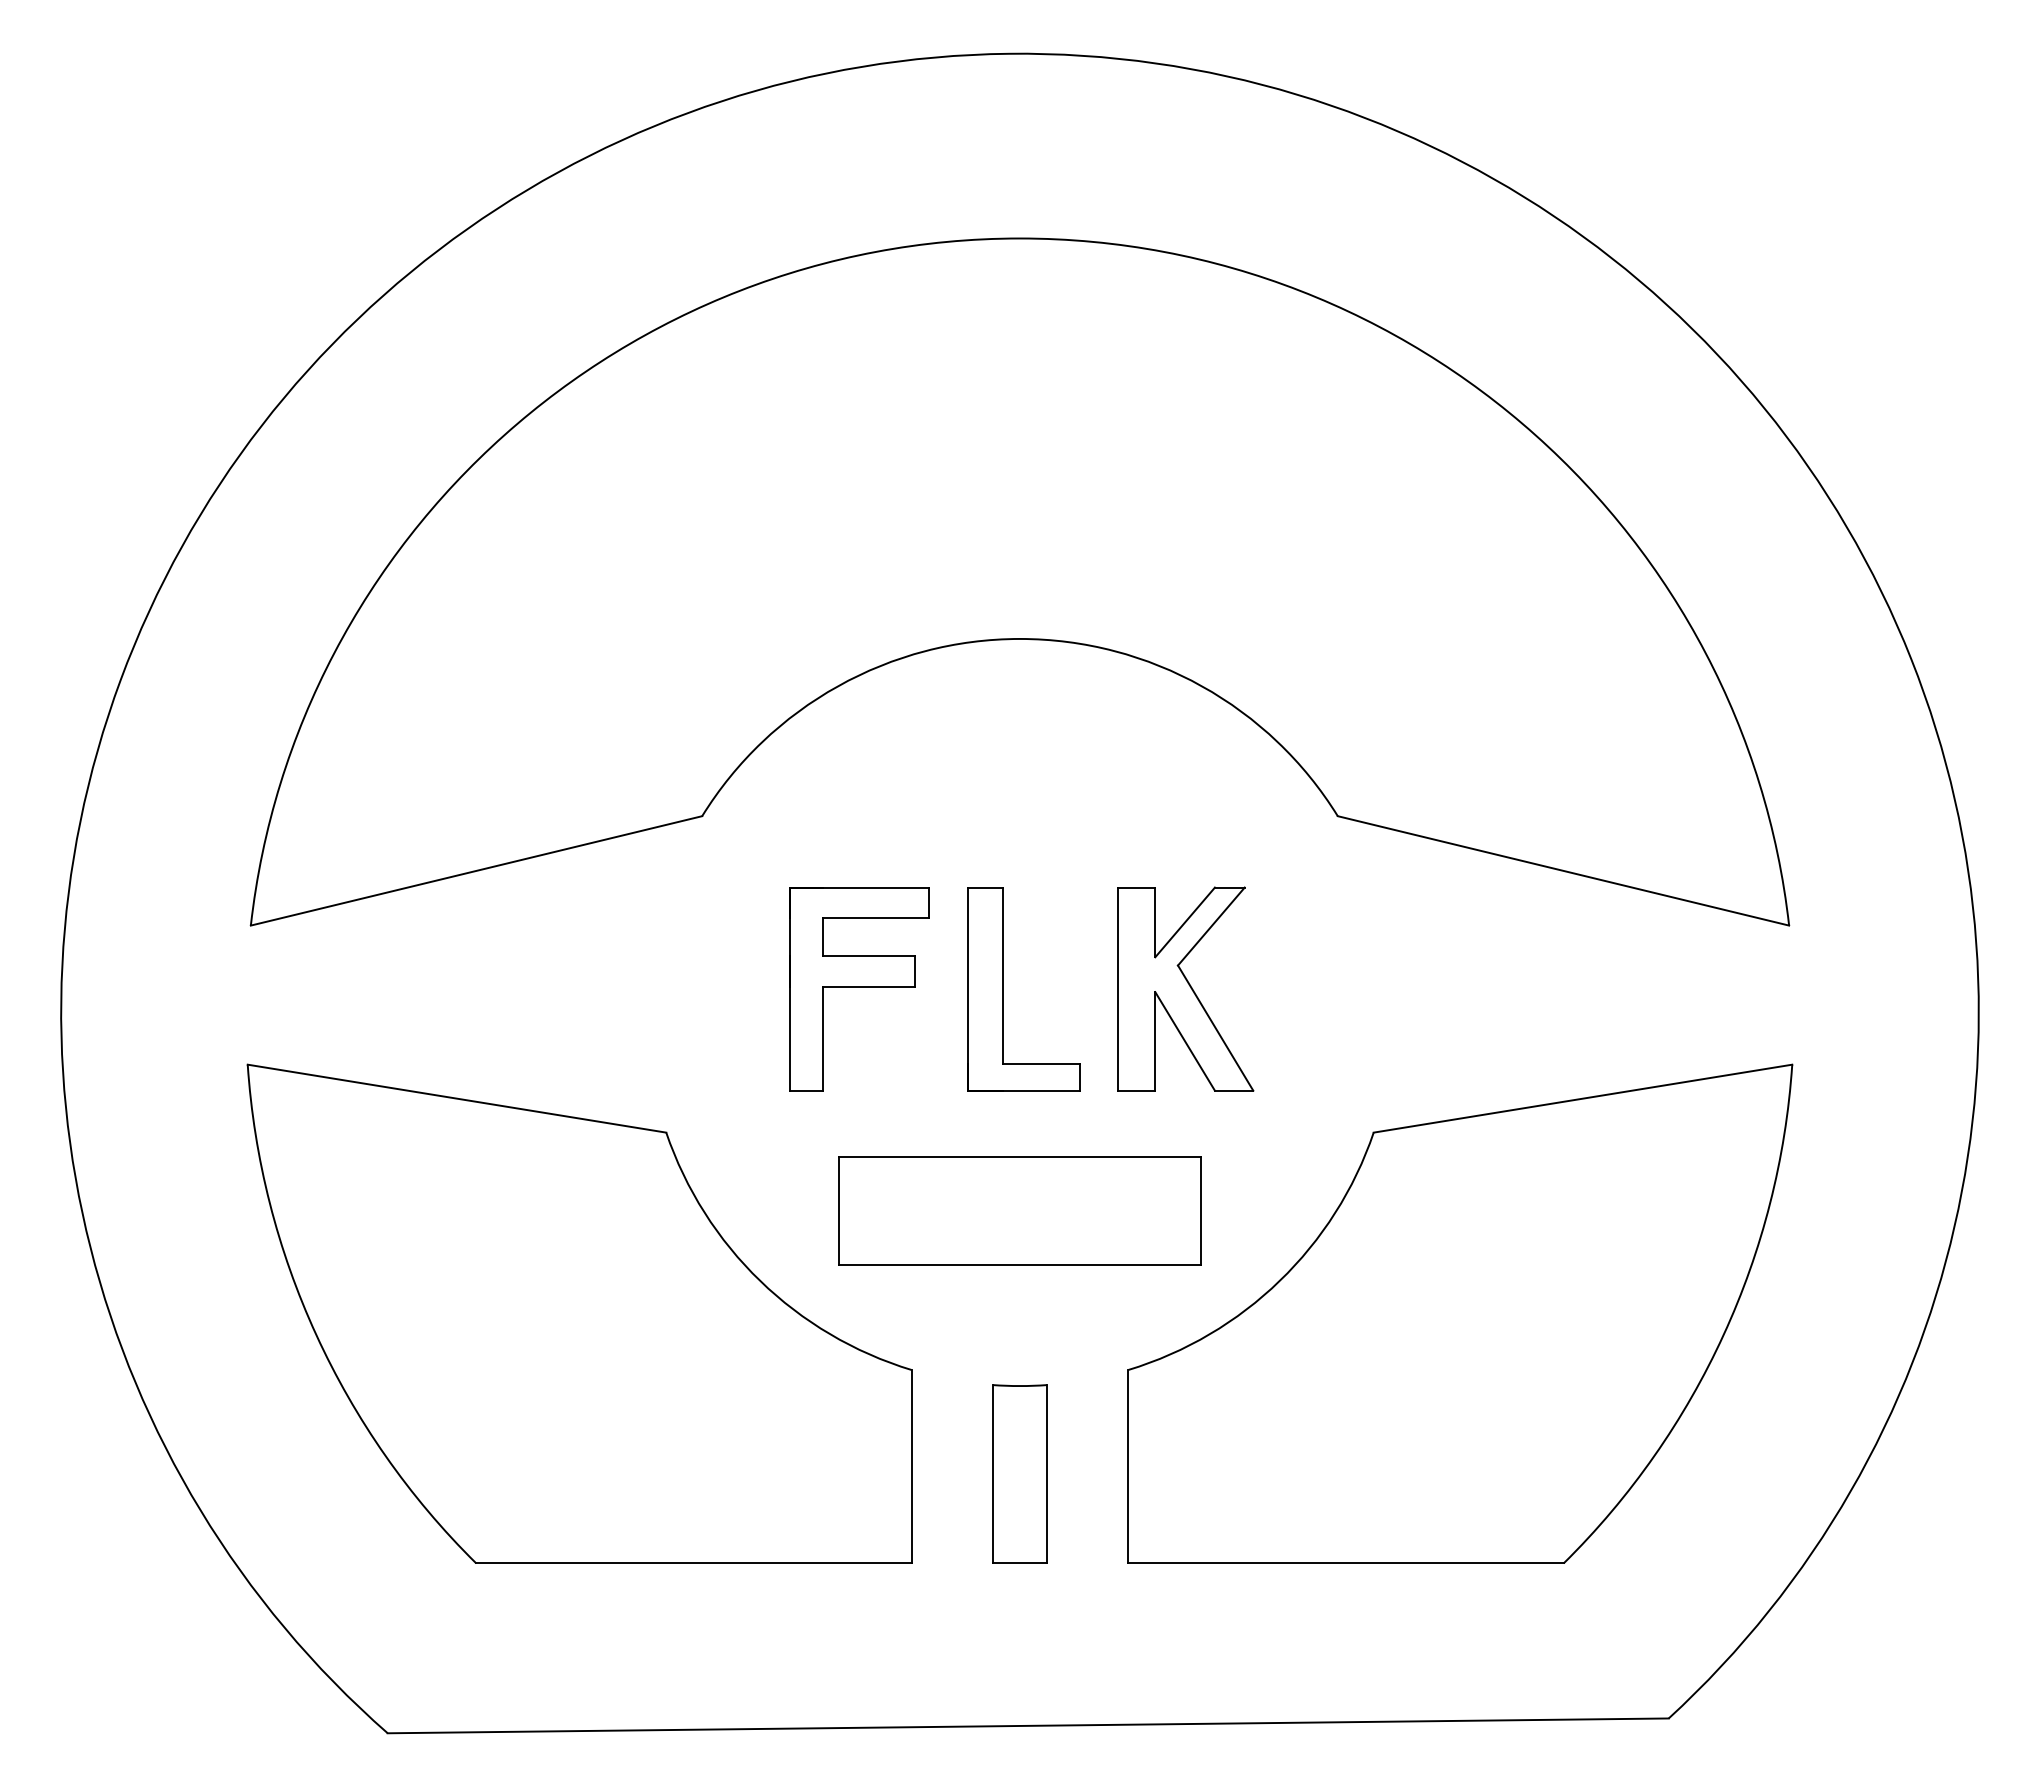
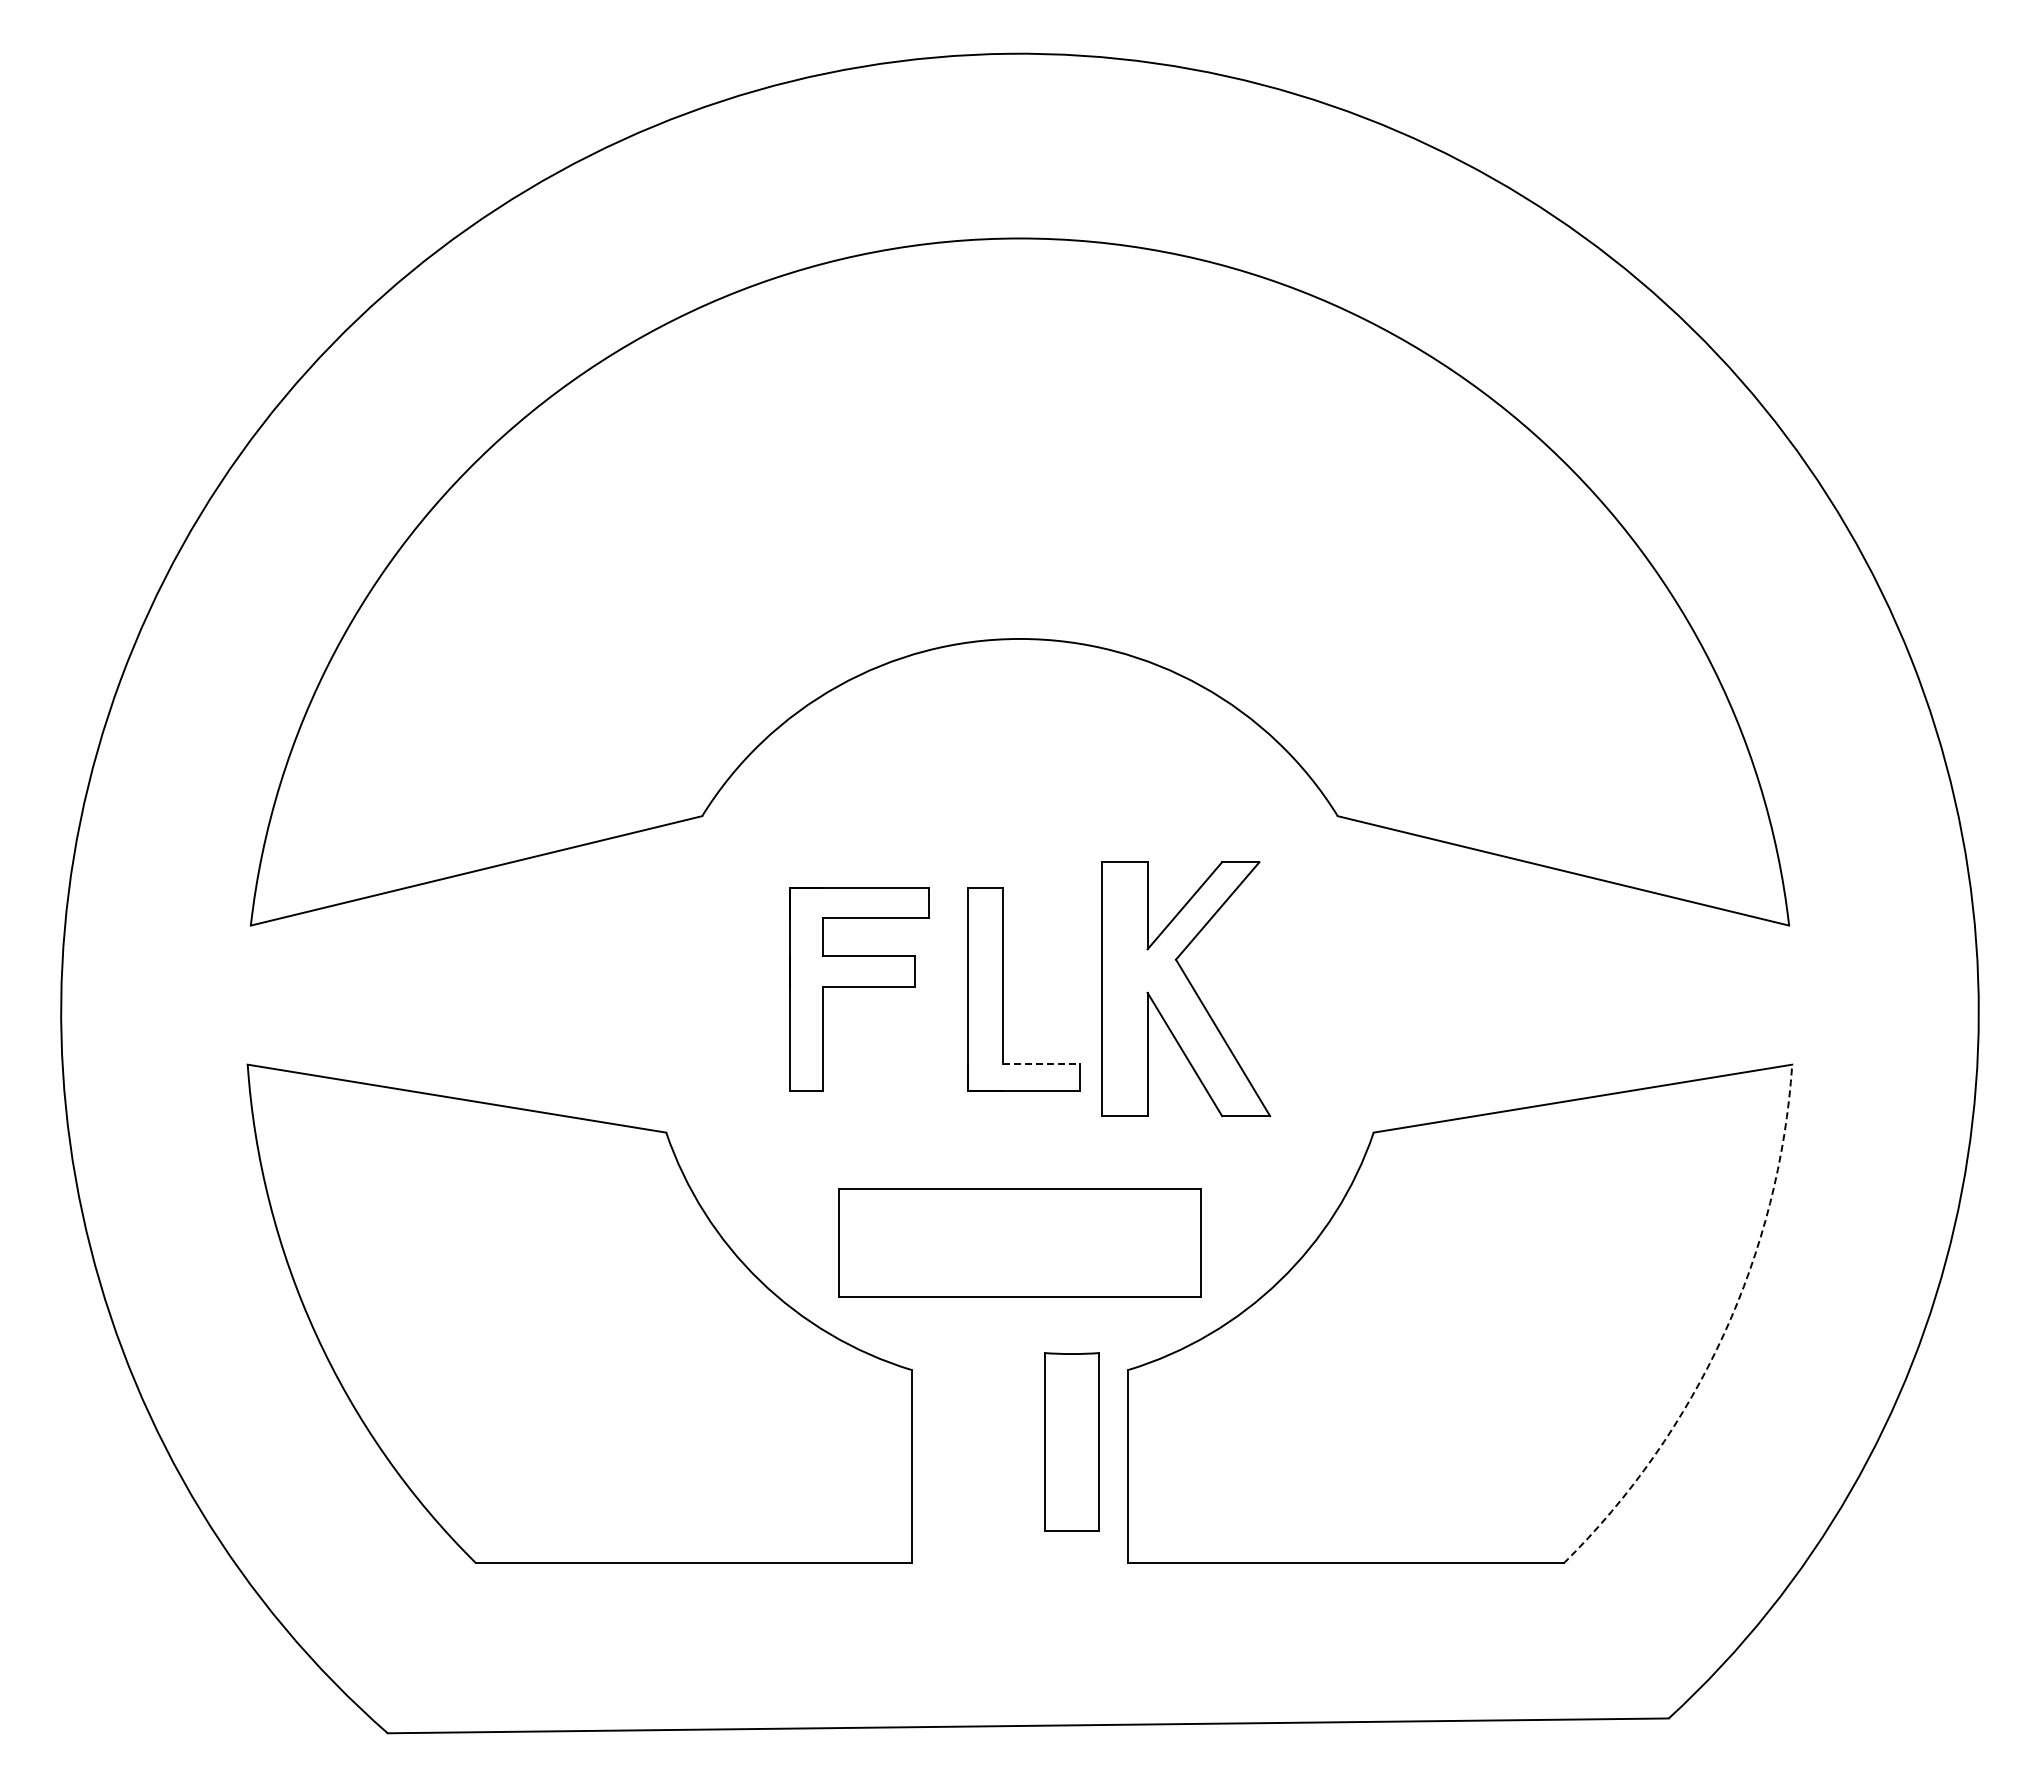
part at (1185, 988) size: 138x206 px -> 171x257 px
line at (1042, 1063): solid -> dashed
part at (1019, 1210) position: (1019, 1210) -> (1019, 1242)
arc at (1723, 1335): solid -> dashed
part at (1019, 1473) position: (1019, 1473) -> (1071, 1441)
